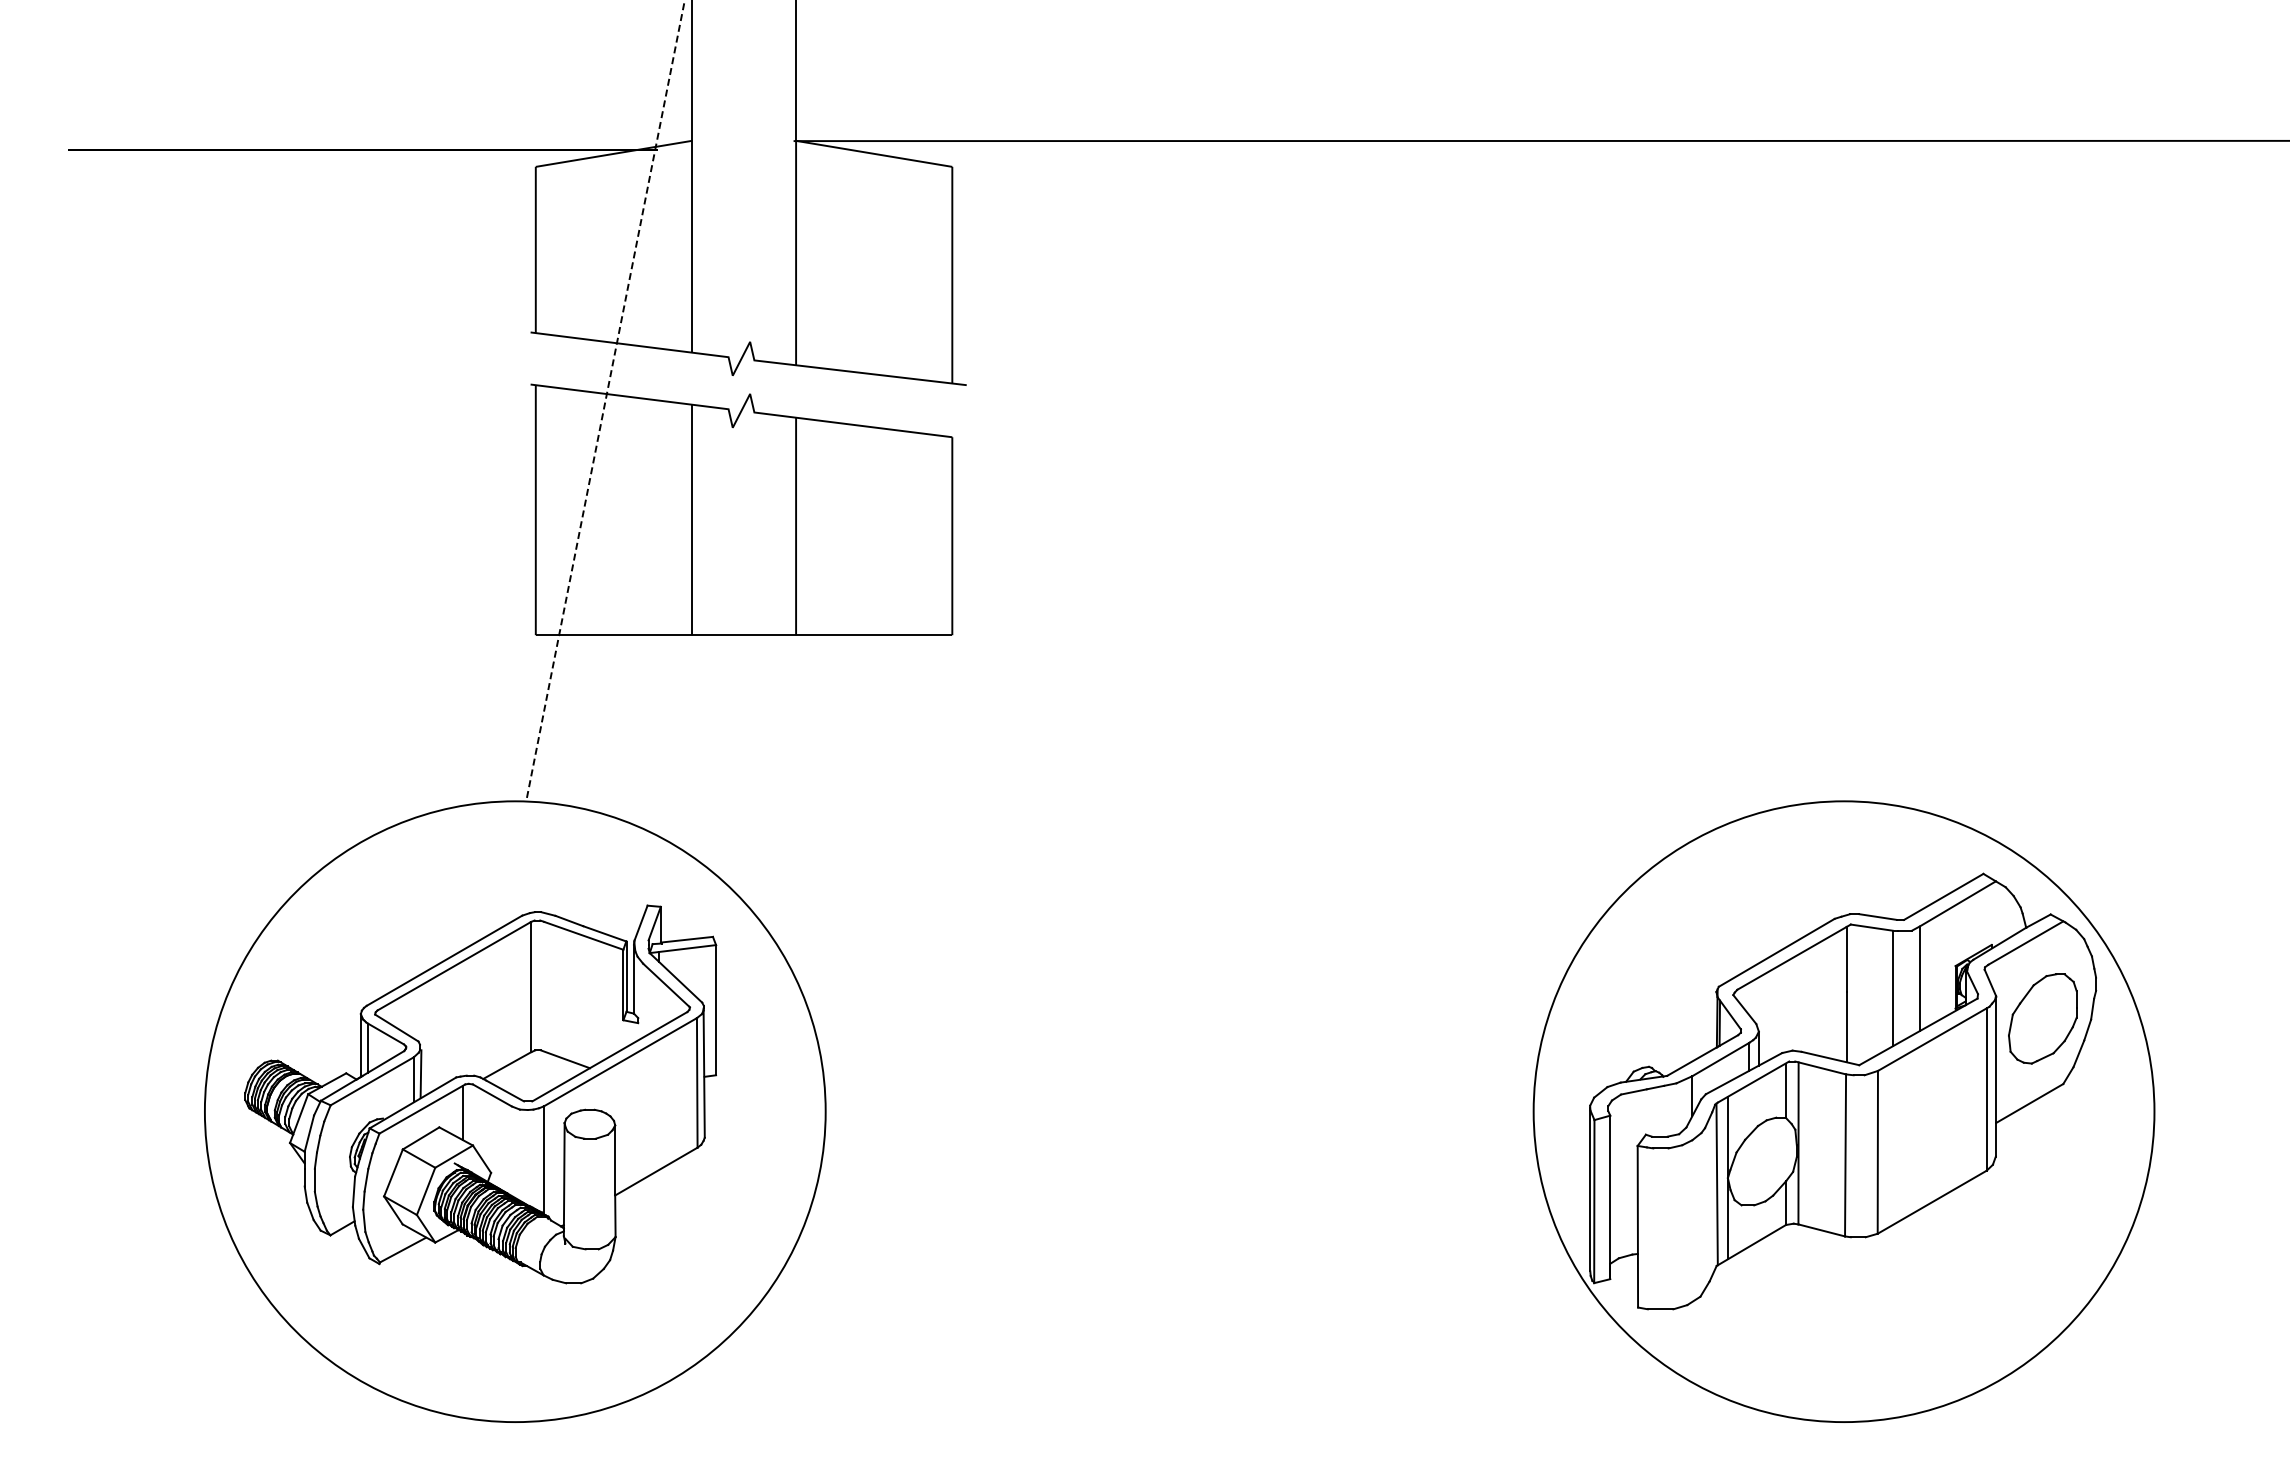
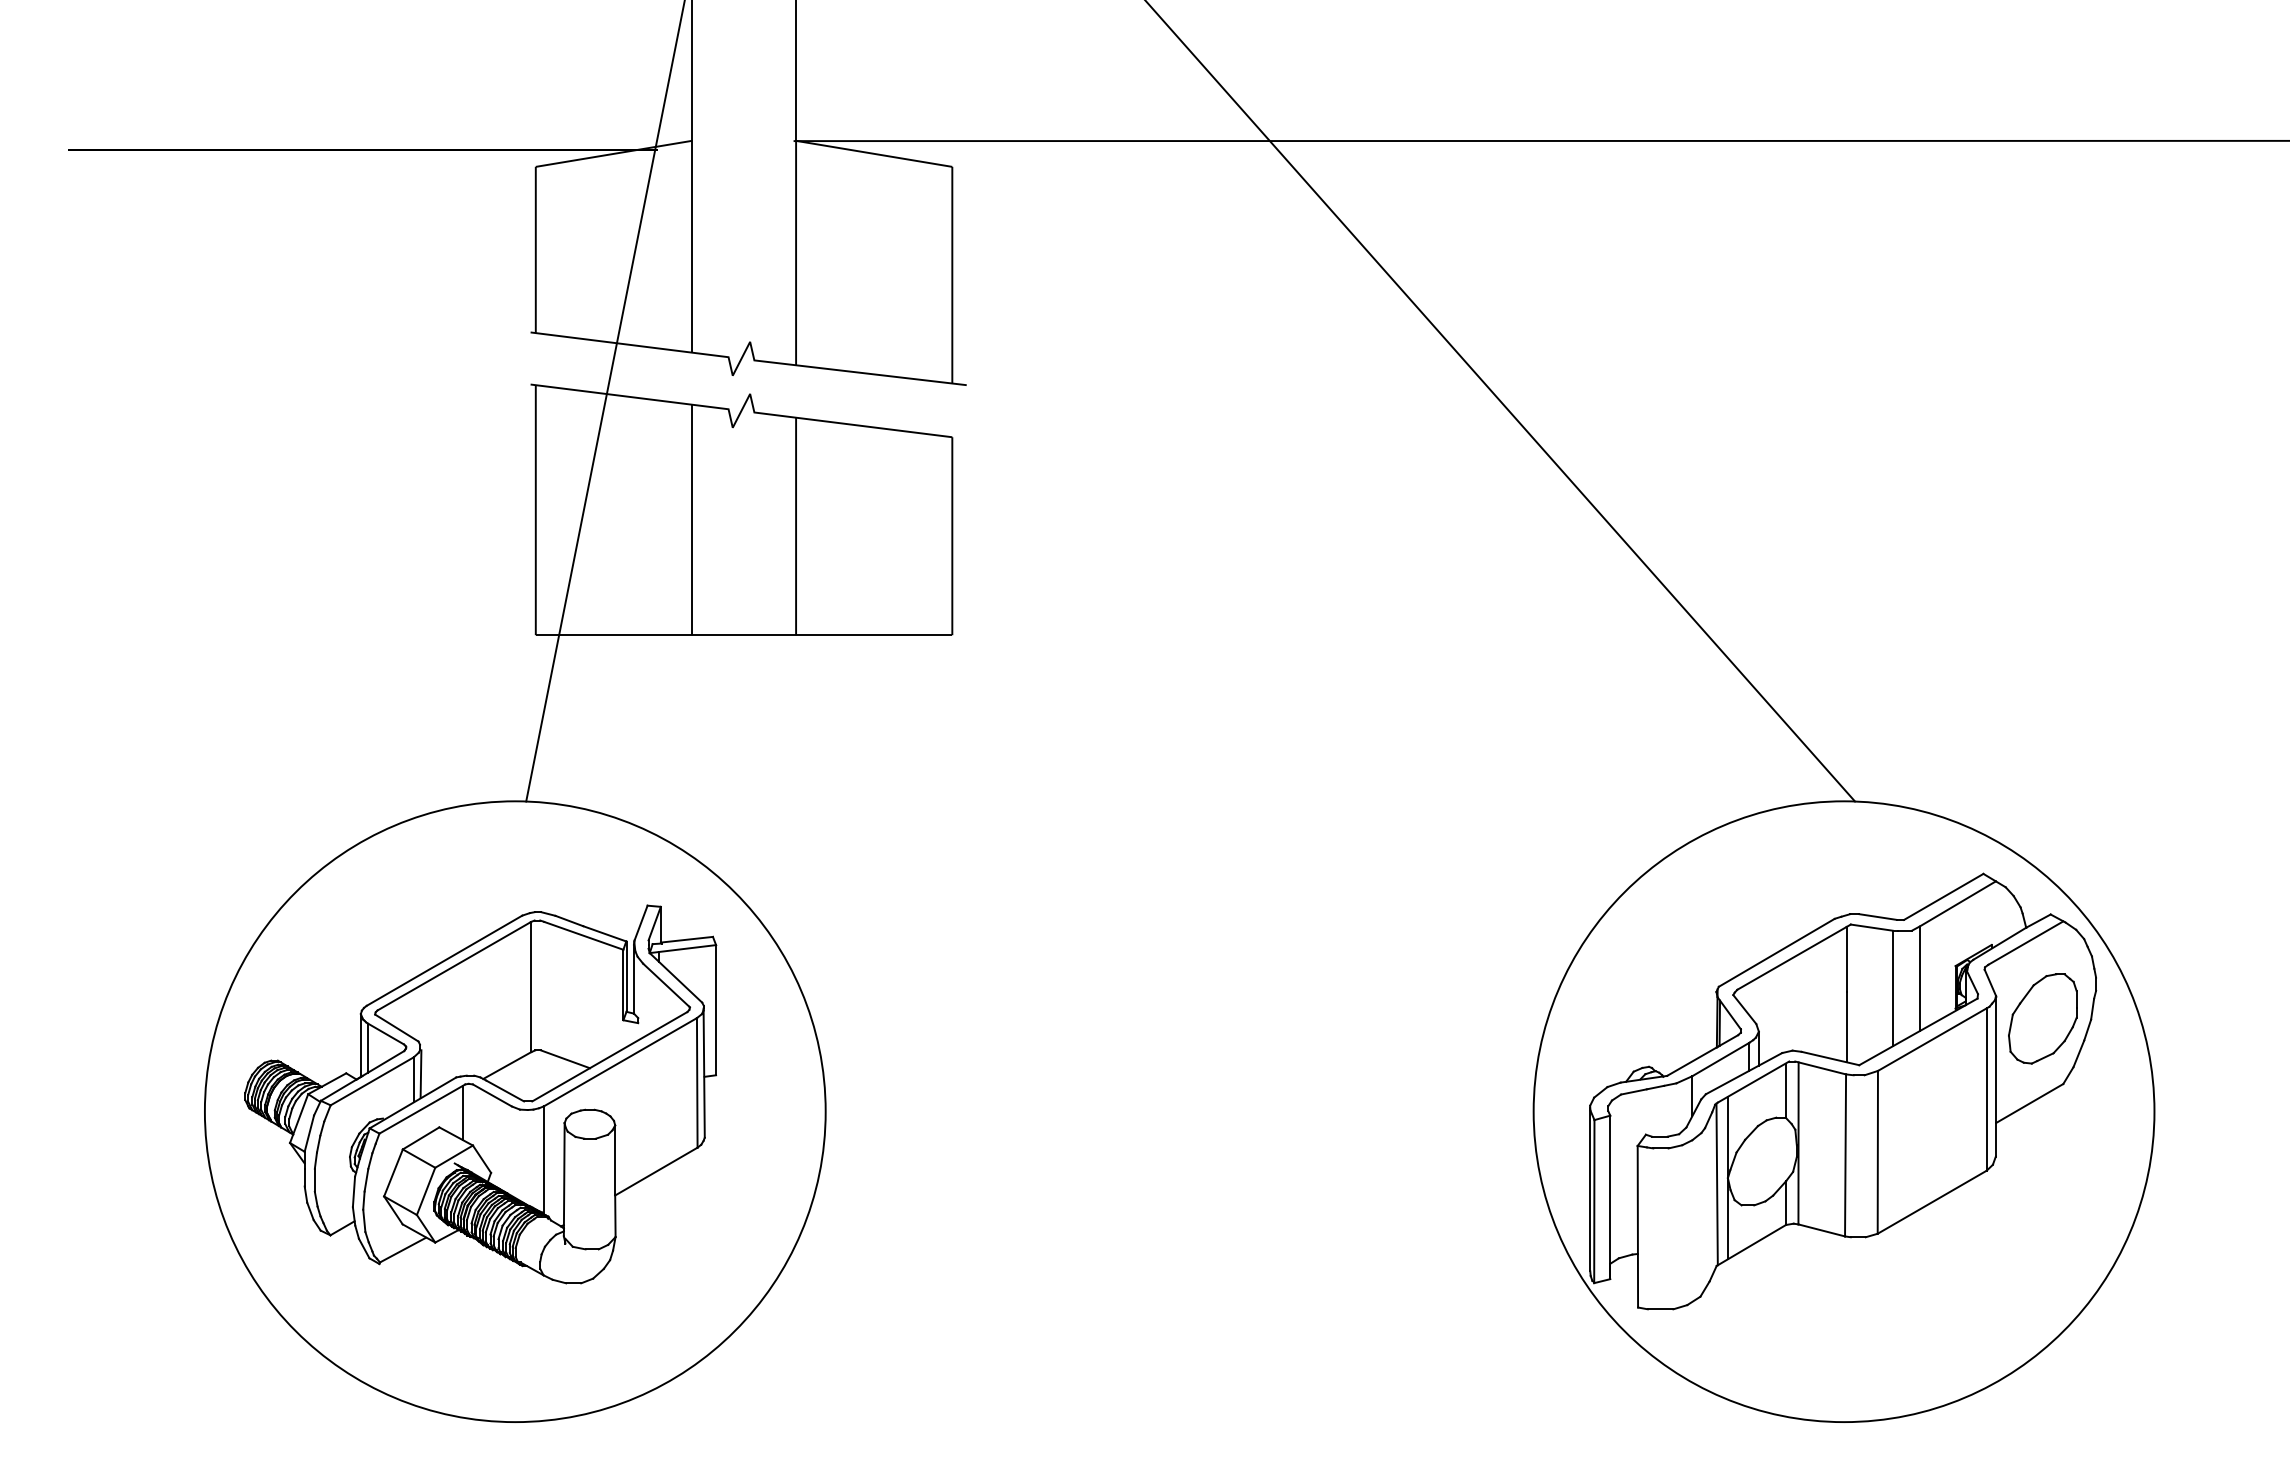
line at (605, 401): dashed -> solid
line at (1501, 401): none -> present
